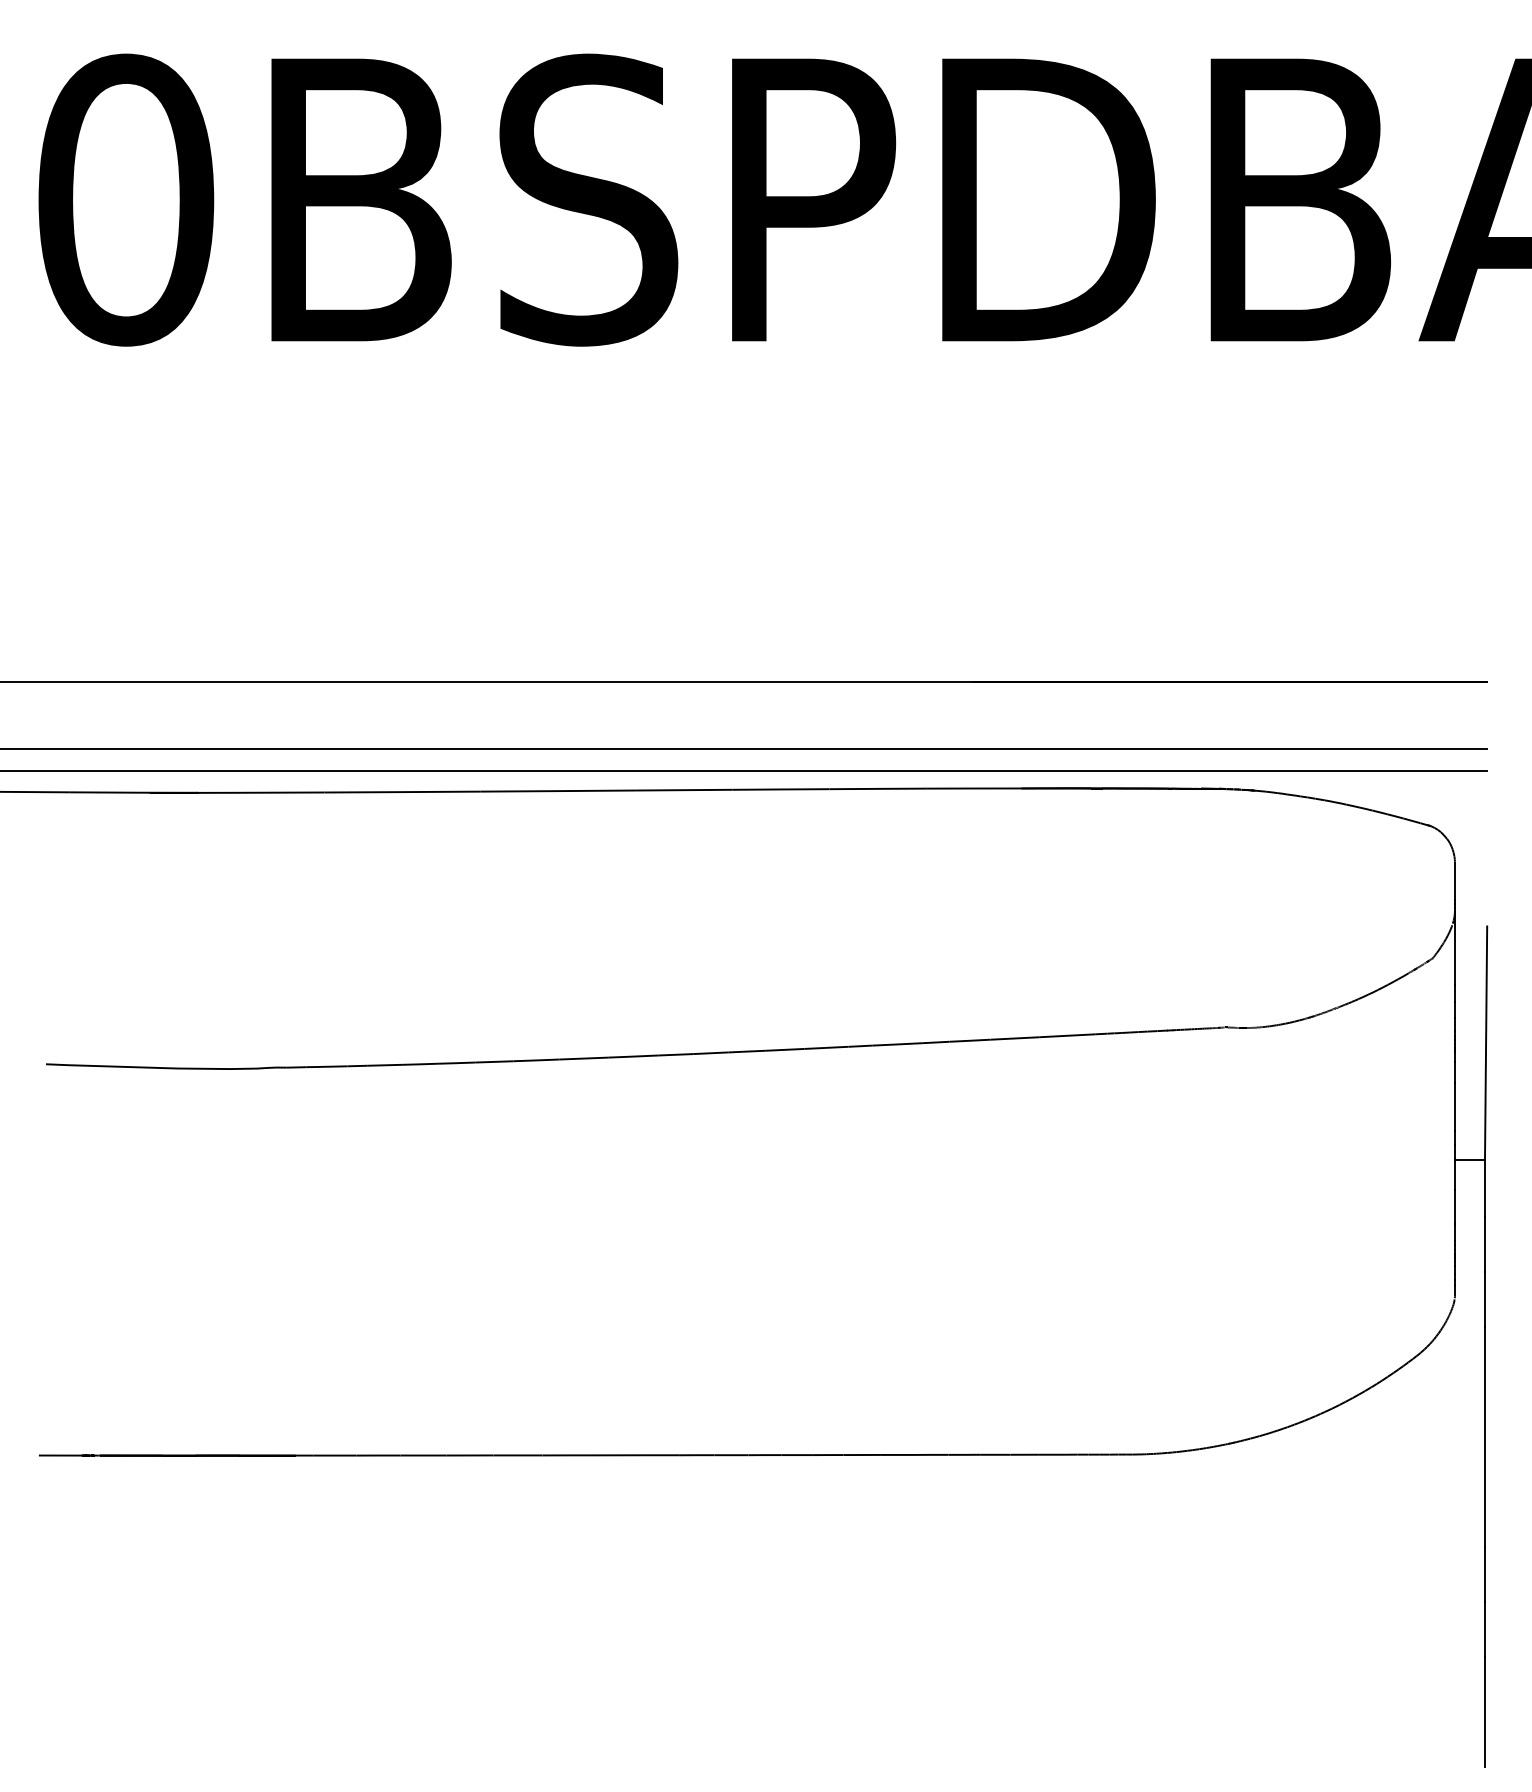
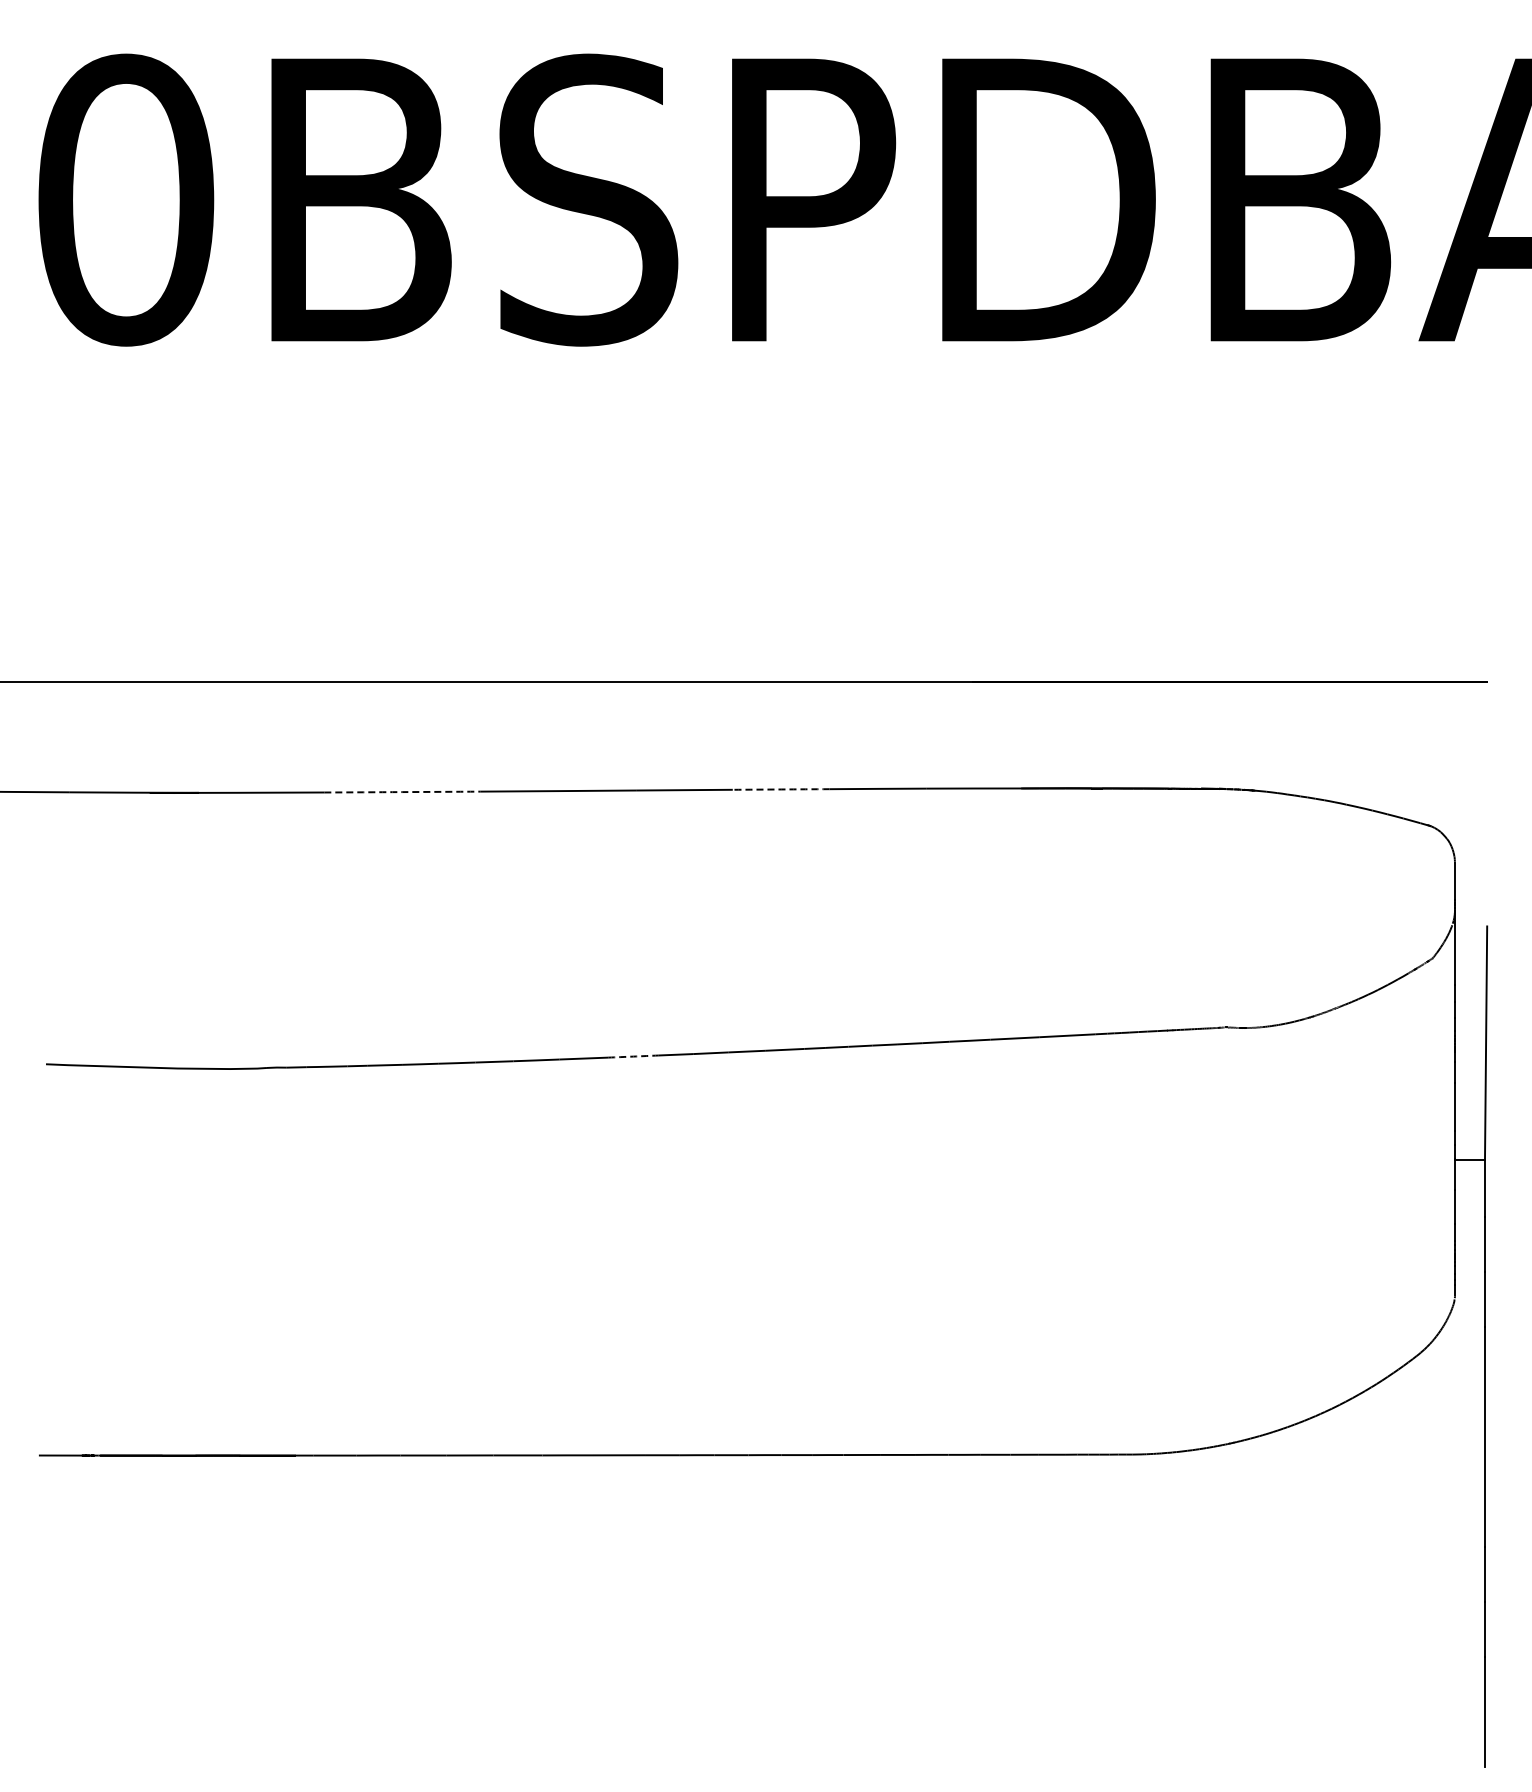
line at (744, 748): present -> none
line at (744, 771): present -> none
arc at (781, 789): solid -> dashed
arc at (402, 792): solid -> dashed
arc at (633, 1056): solid -> dashed
